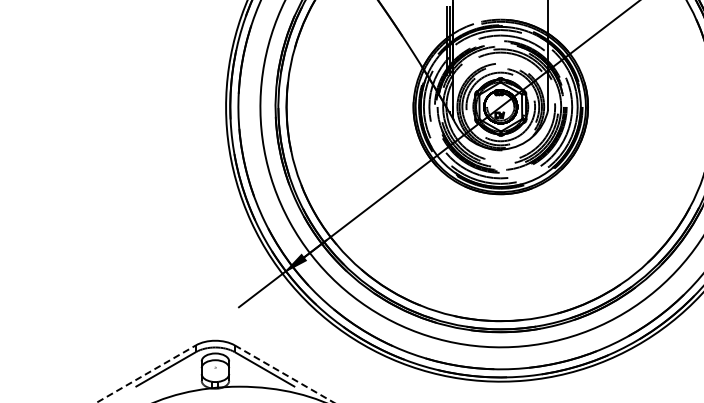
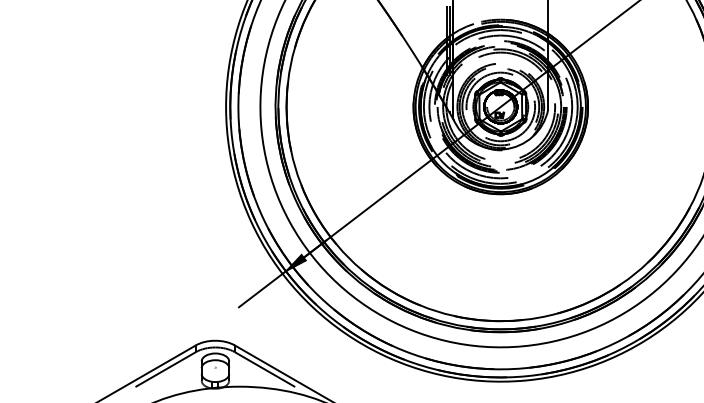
line at (146, 373): dashed -> solid
line at (285, 374): dashed -> solid
